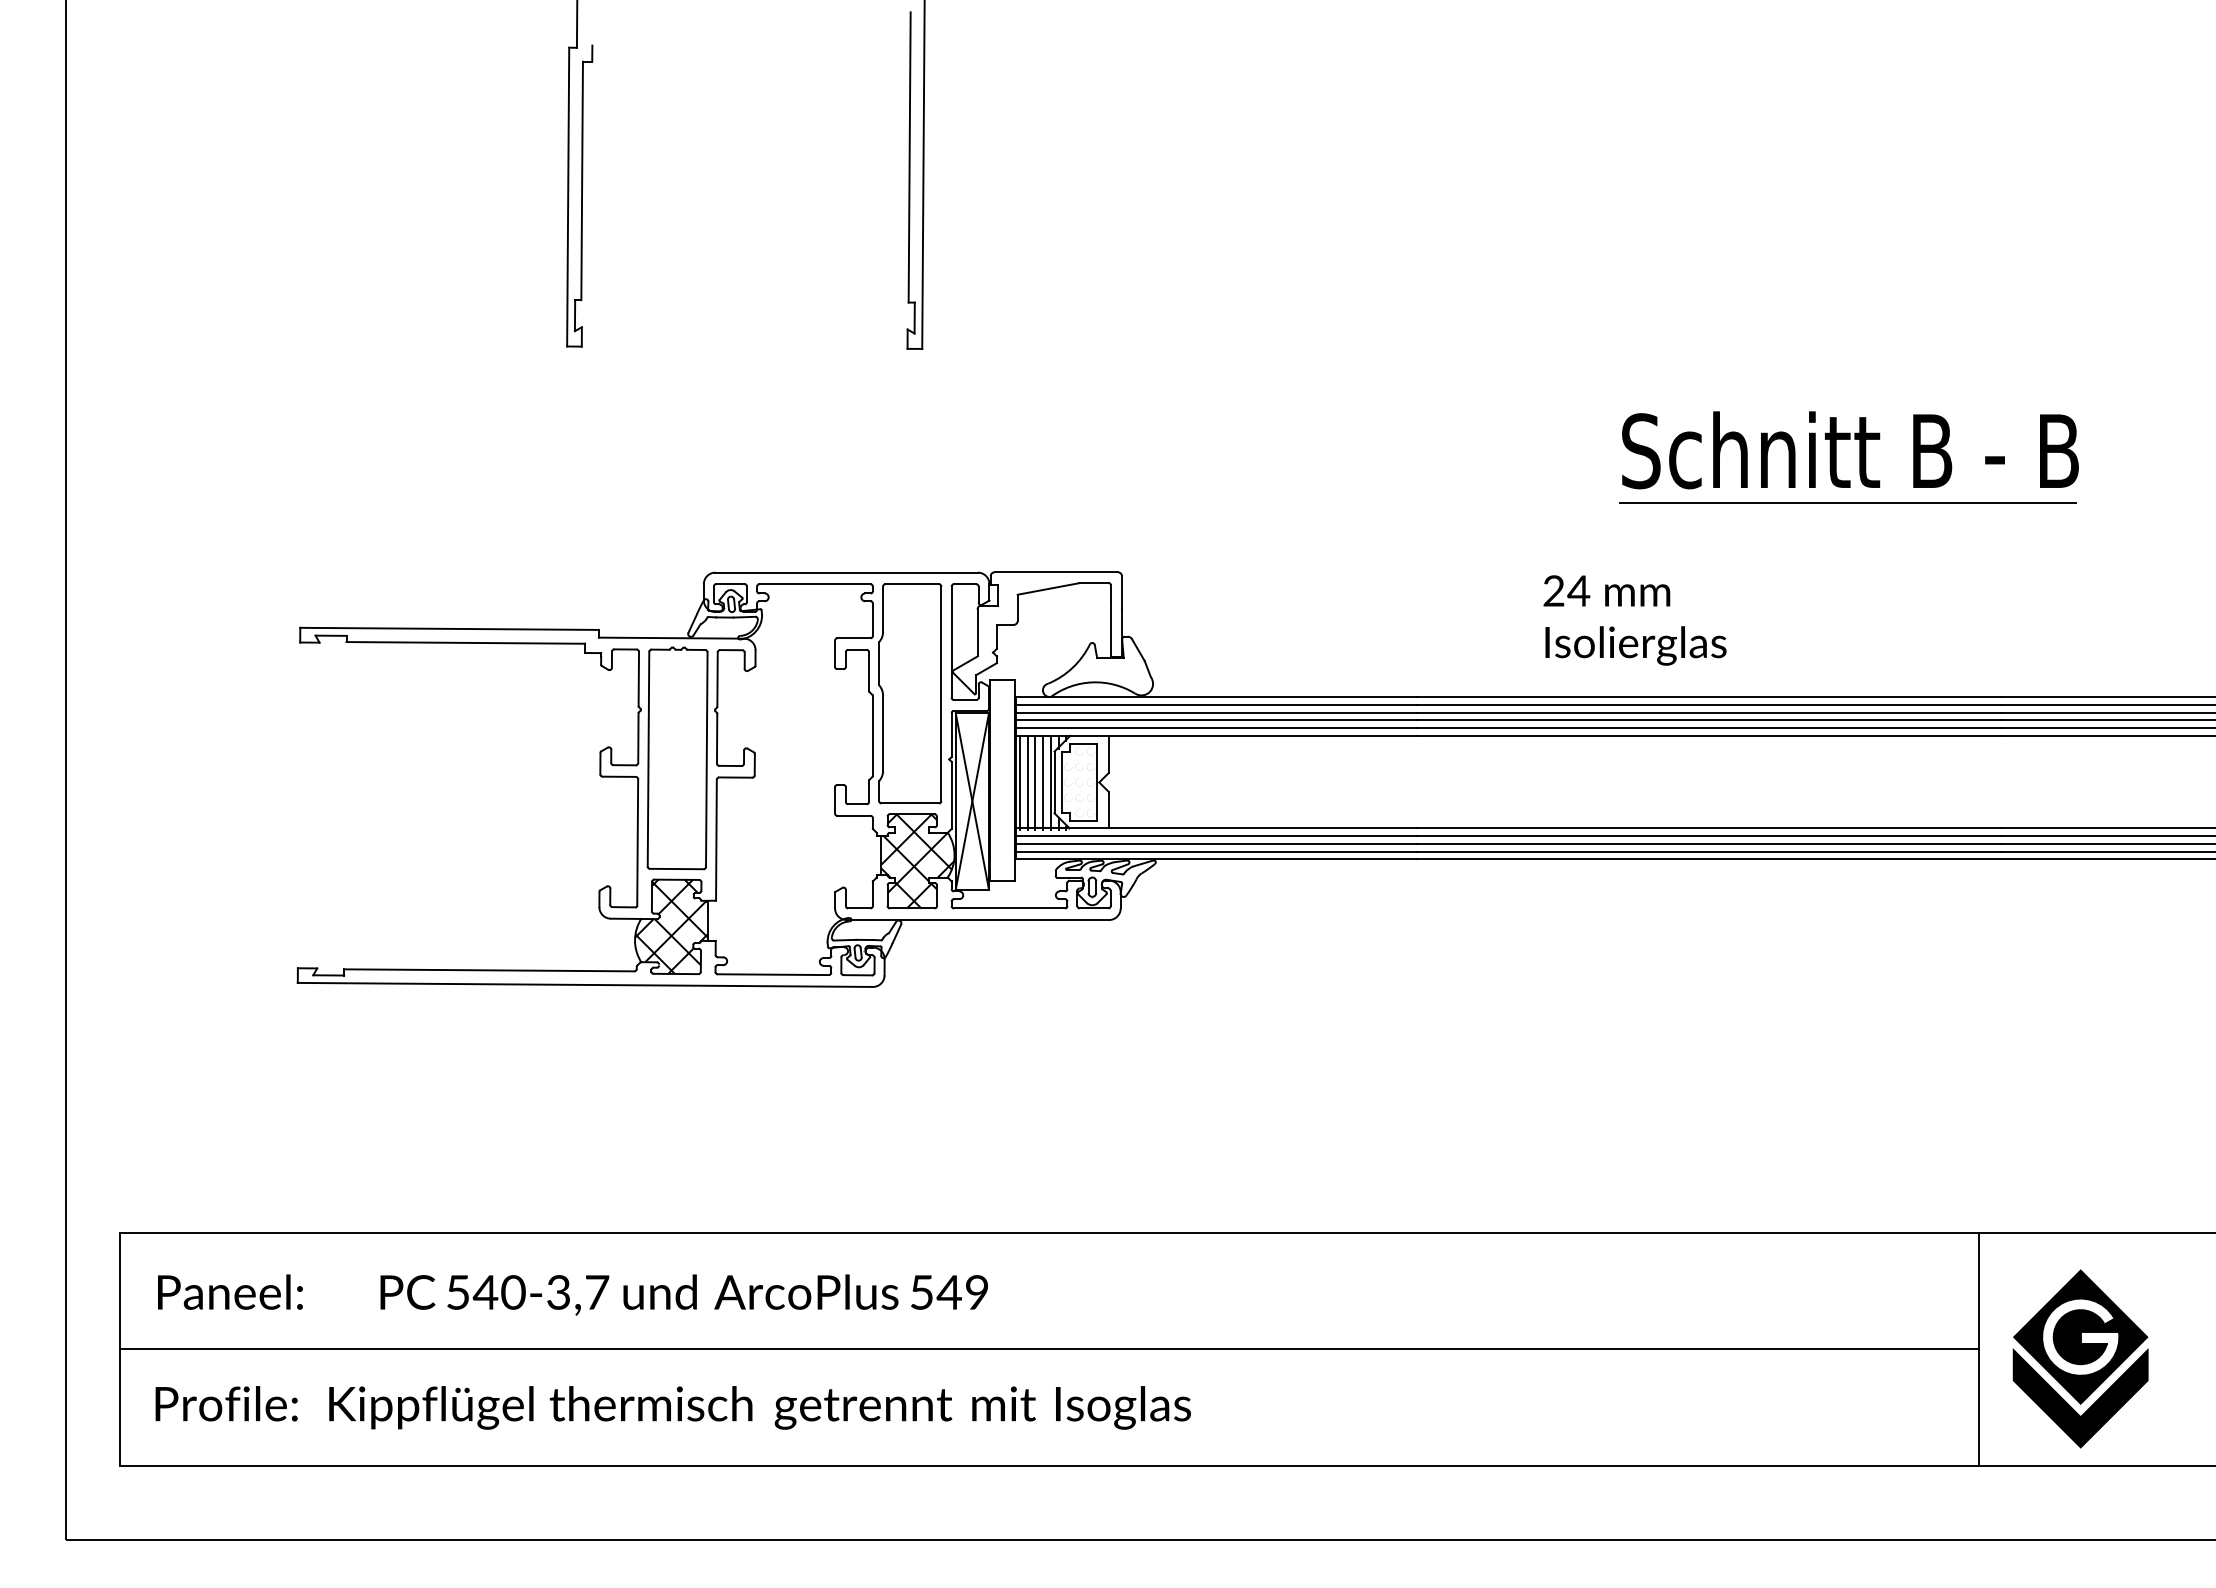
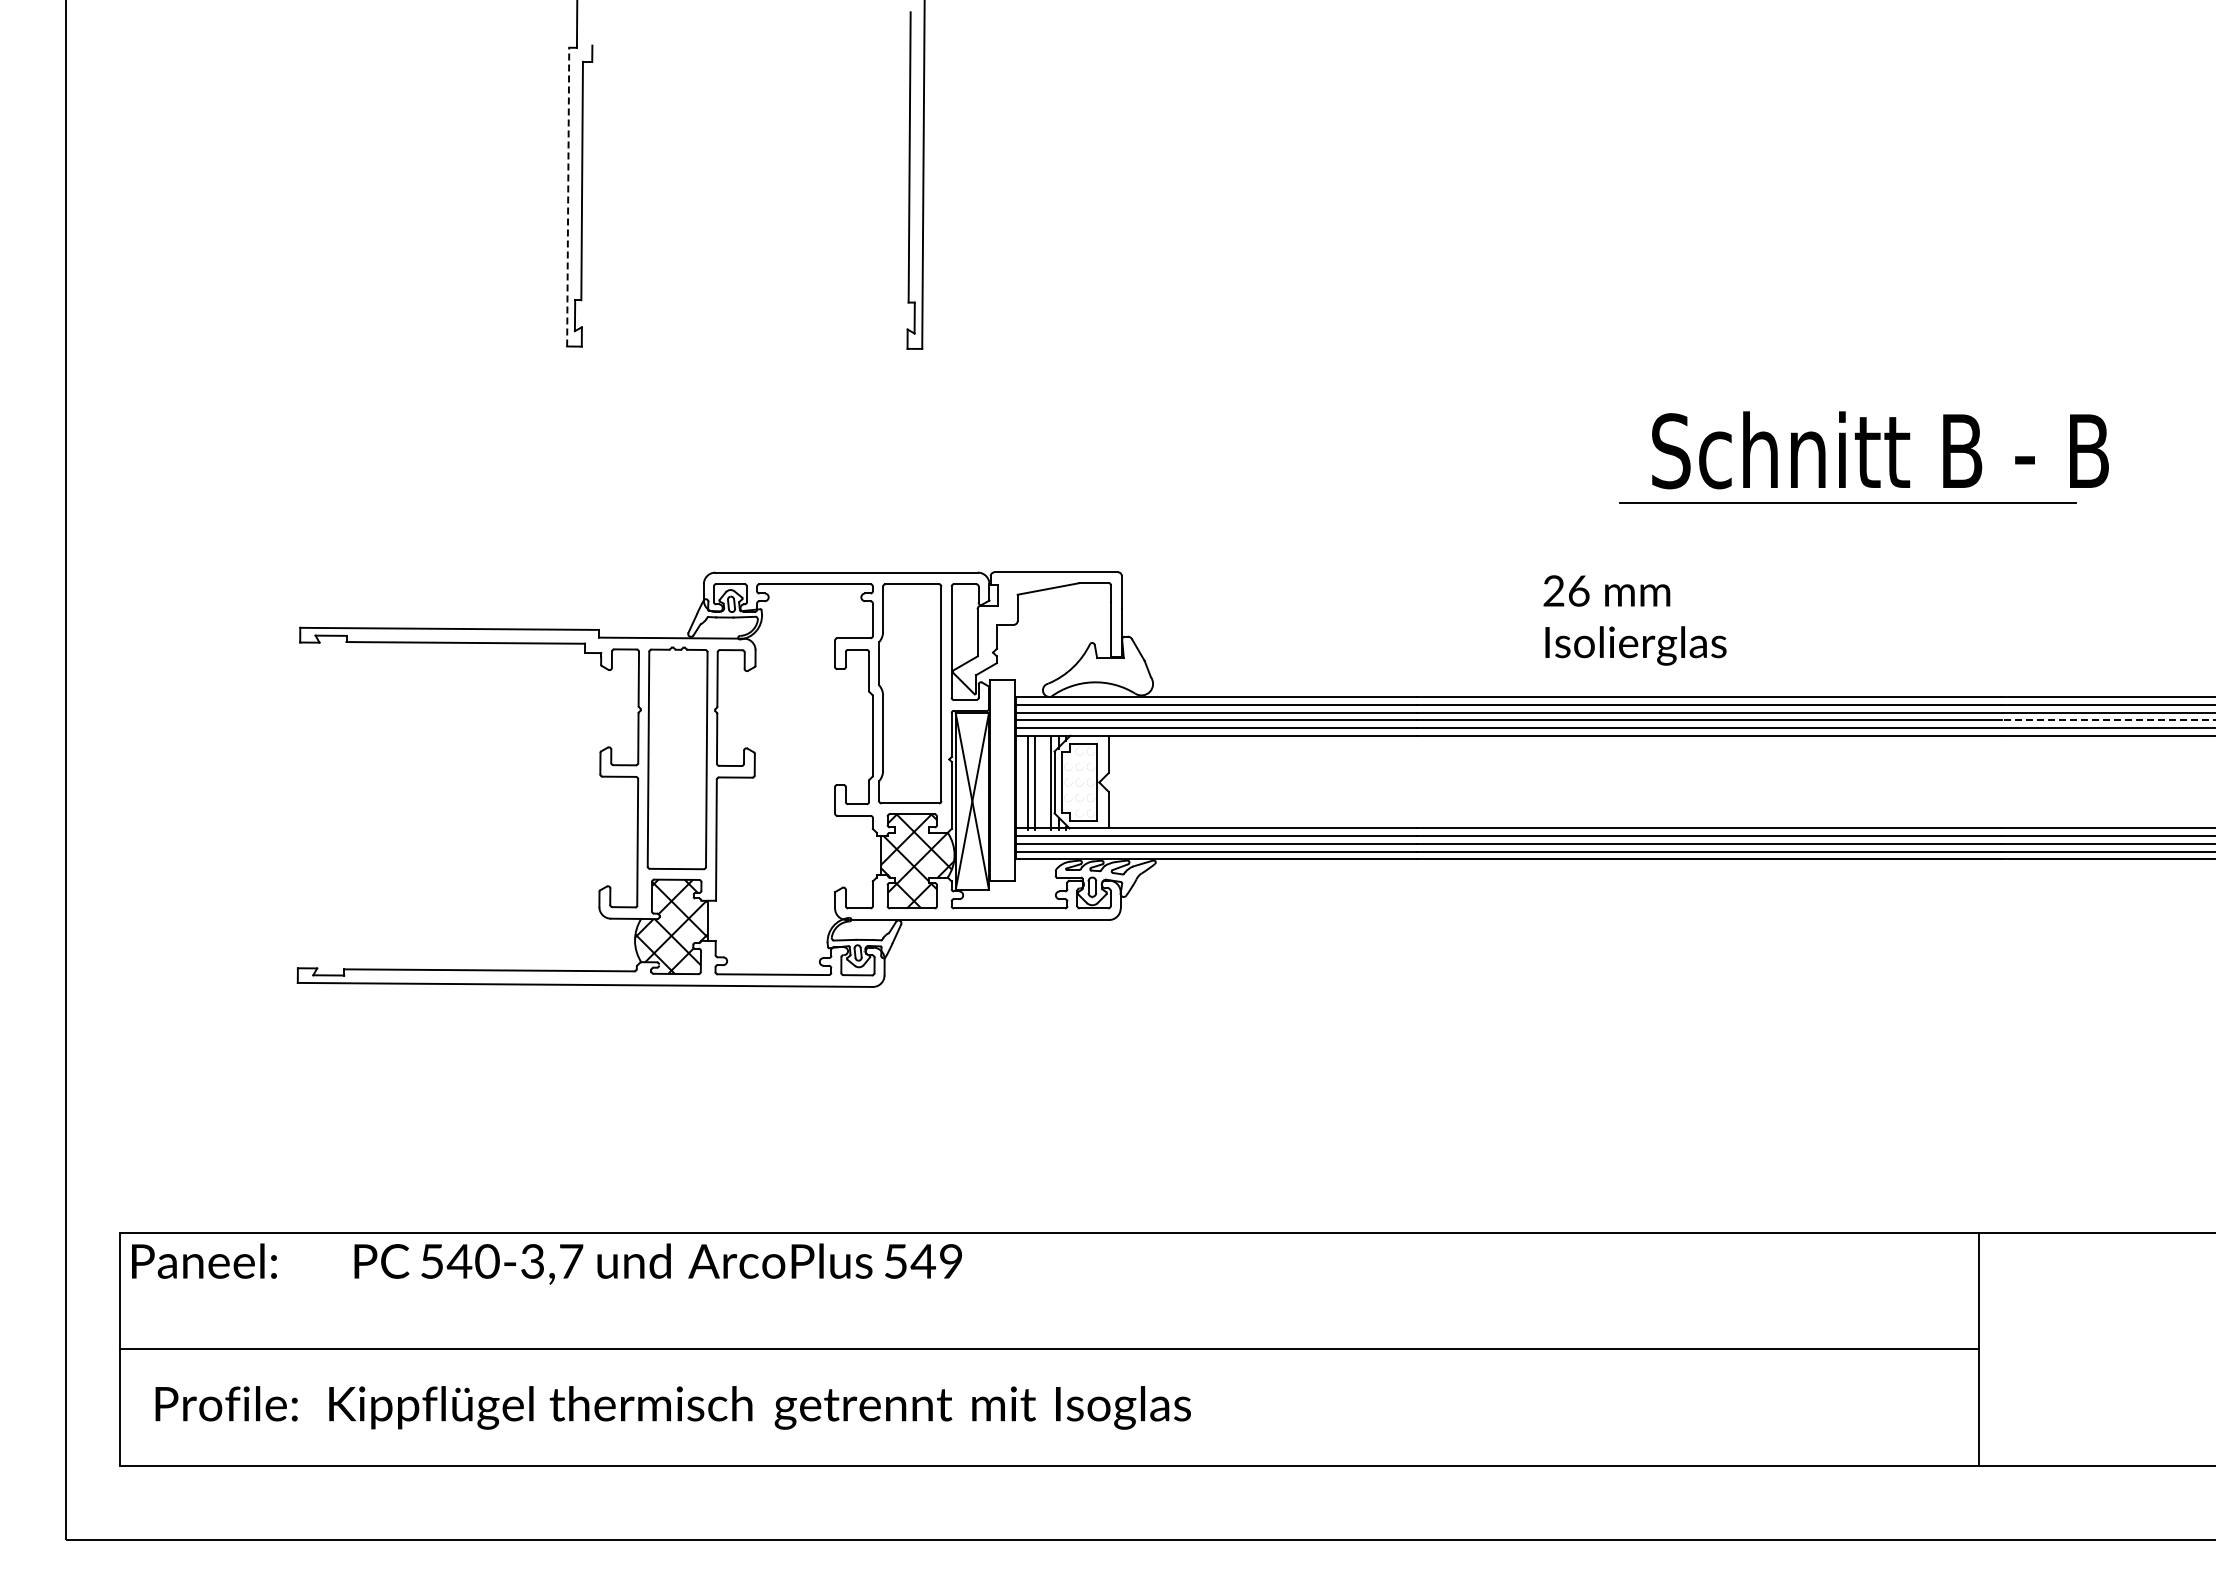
line at (568, 196): solid -> dashed
text at (1850, 450) position: (1850, 450) -> (1880, 450)
text at (1578, 590): 24 -> 26
line at (2108, 720): solid -> dashed
line at (1020, 783): present -> none
line at (1043, 783): present -> none
text at (572, 1294) position: (572, 1294) -> (546, 1263)
part at (2080, 1358): present -> none
